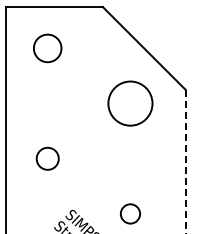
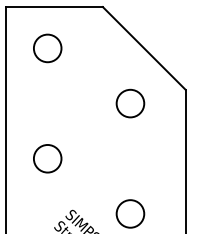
circle at (130, 103) diameter: 44 px -> 28 px
circle at (47, 158) size: 25x25 px -> 30x30 px
line at (185, 161): dashed -> solid
circle at (129, 213) size: 22x22 px -> 31x30 px
